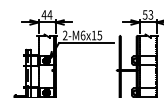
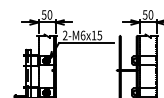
text at (46, 14): 44 -> 50
text at (150, 14): 53 -> 50
